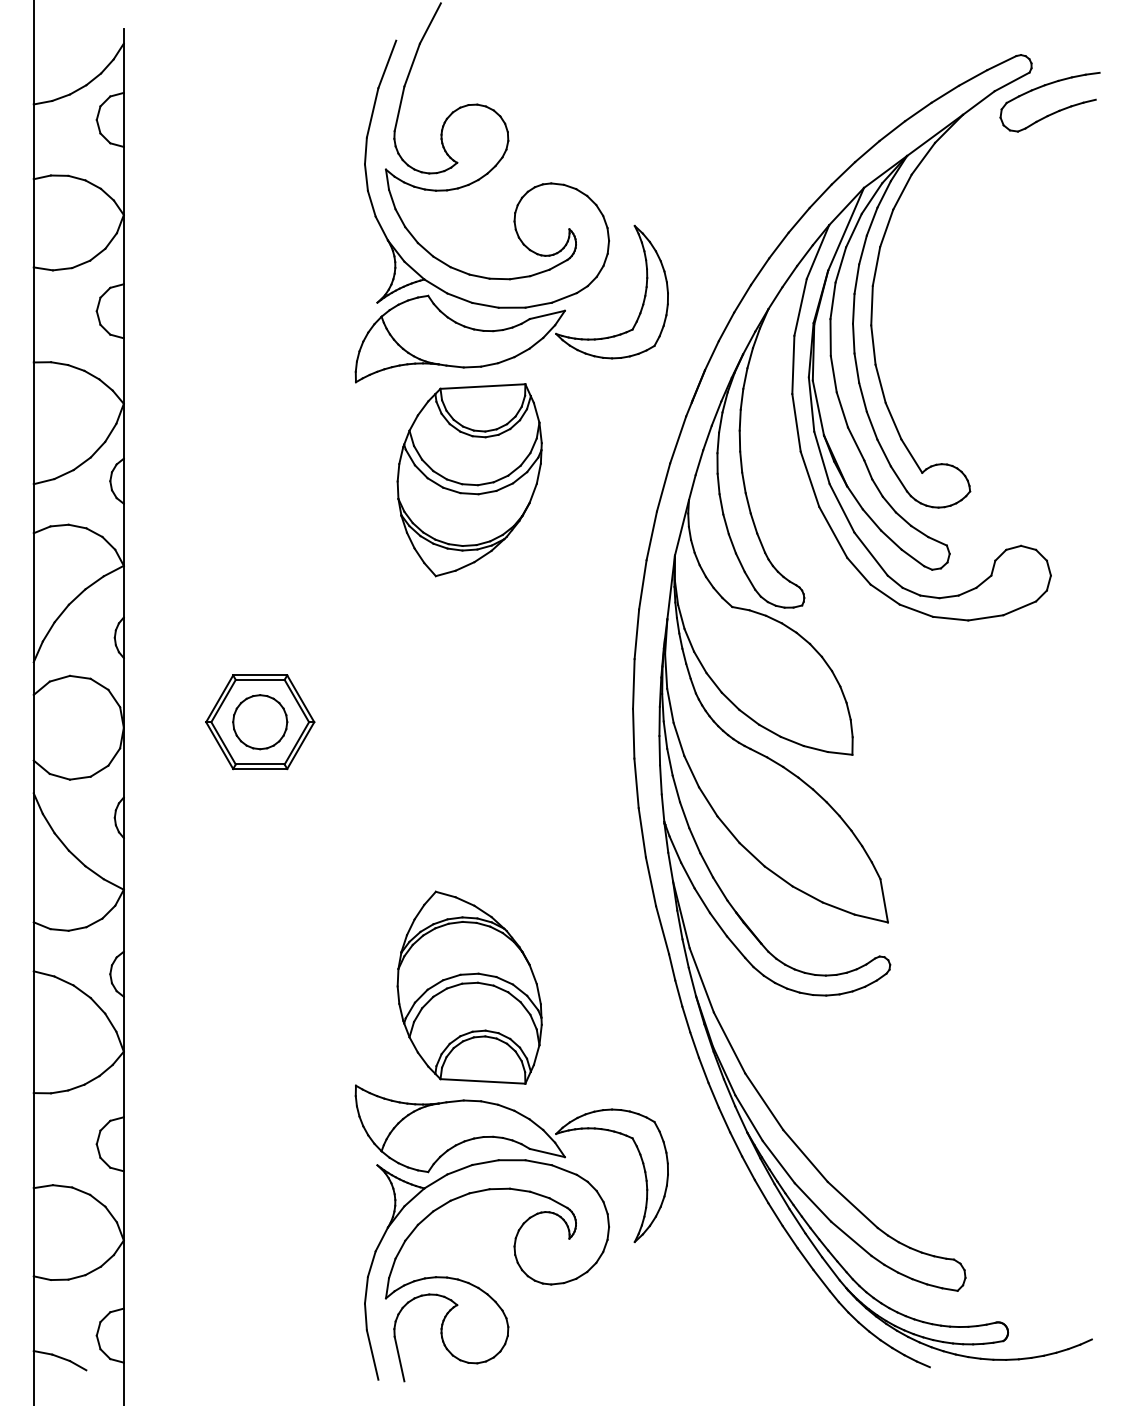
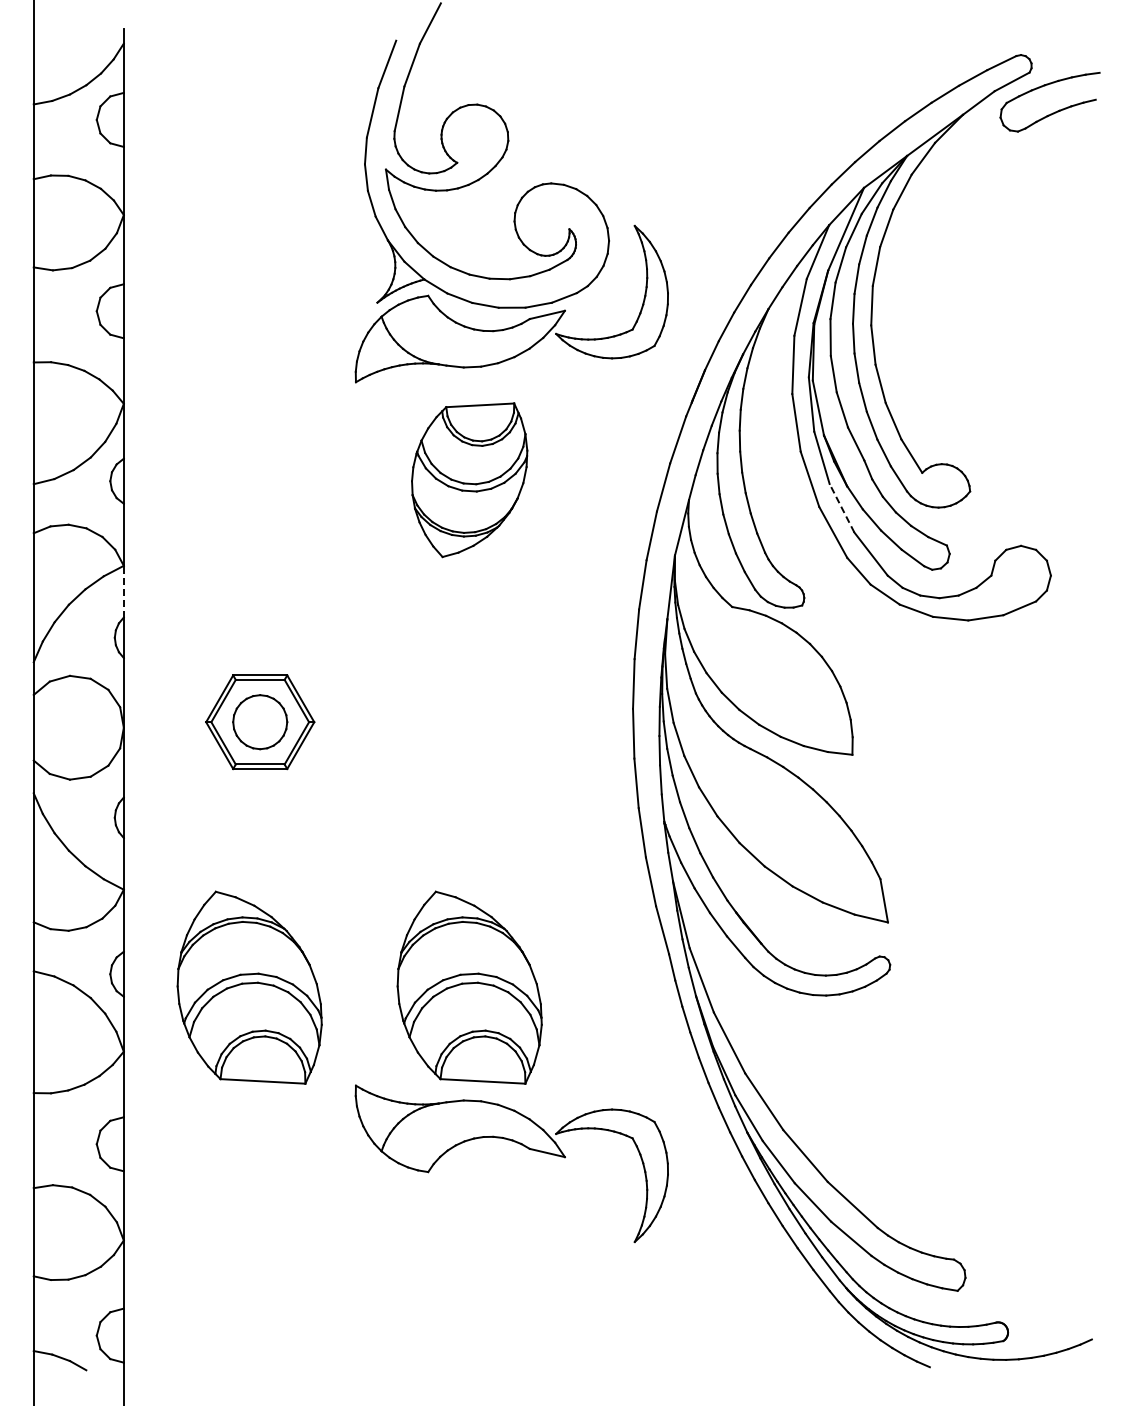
part at (469, 480) size: 147x195 px -> 118x157 px
line at (841, 507): solid -> dashed
line at (123, 591): solid -> dashed
part at (249, 987): none -> present
part at (478, 1286): present -> none
